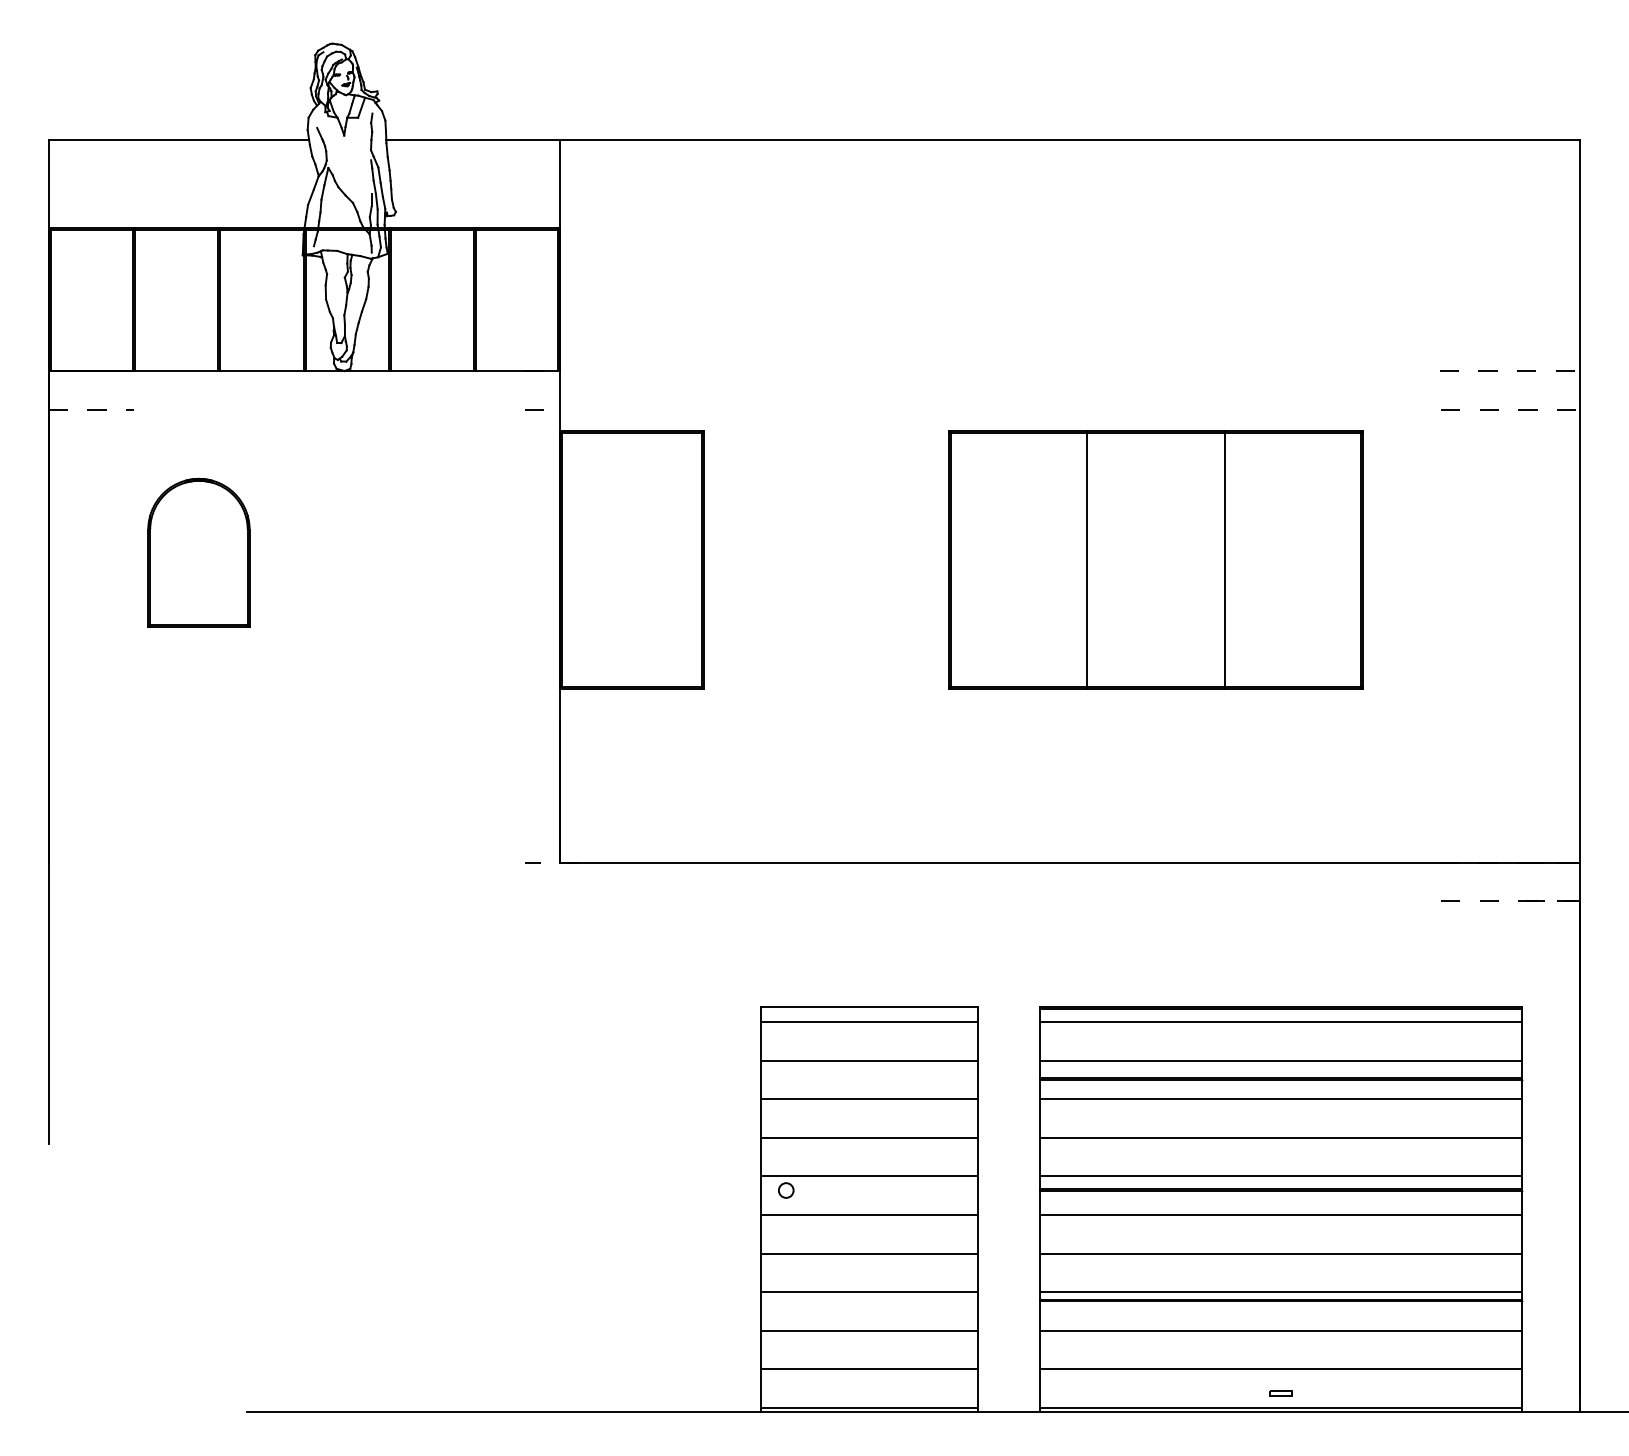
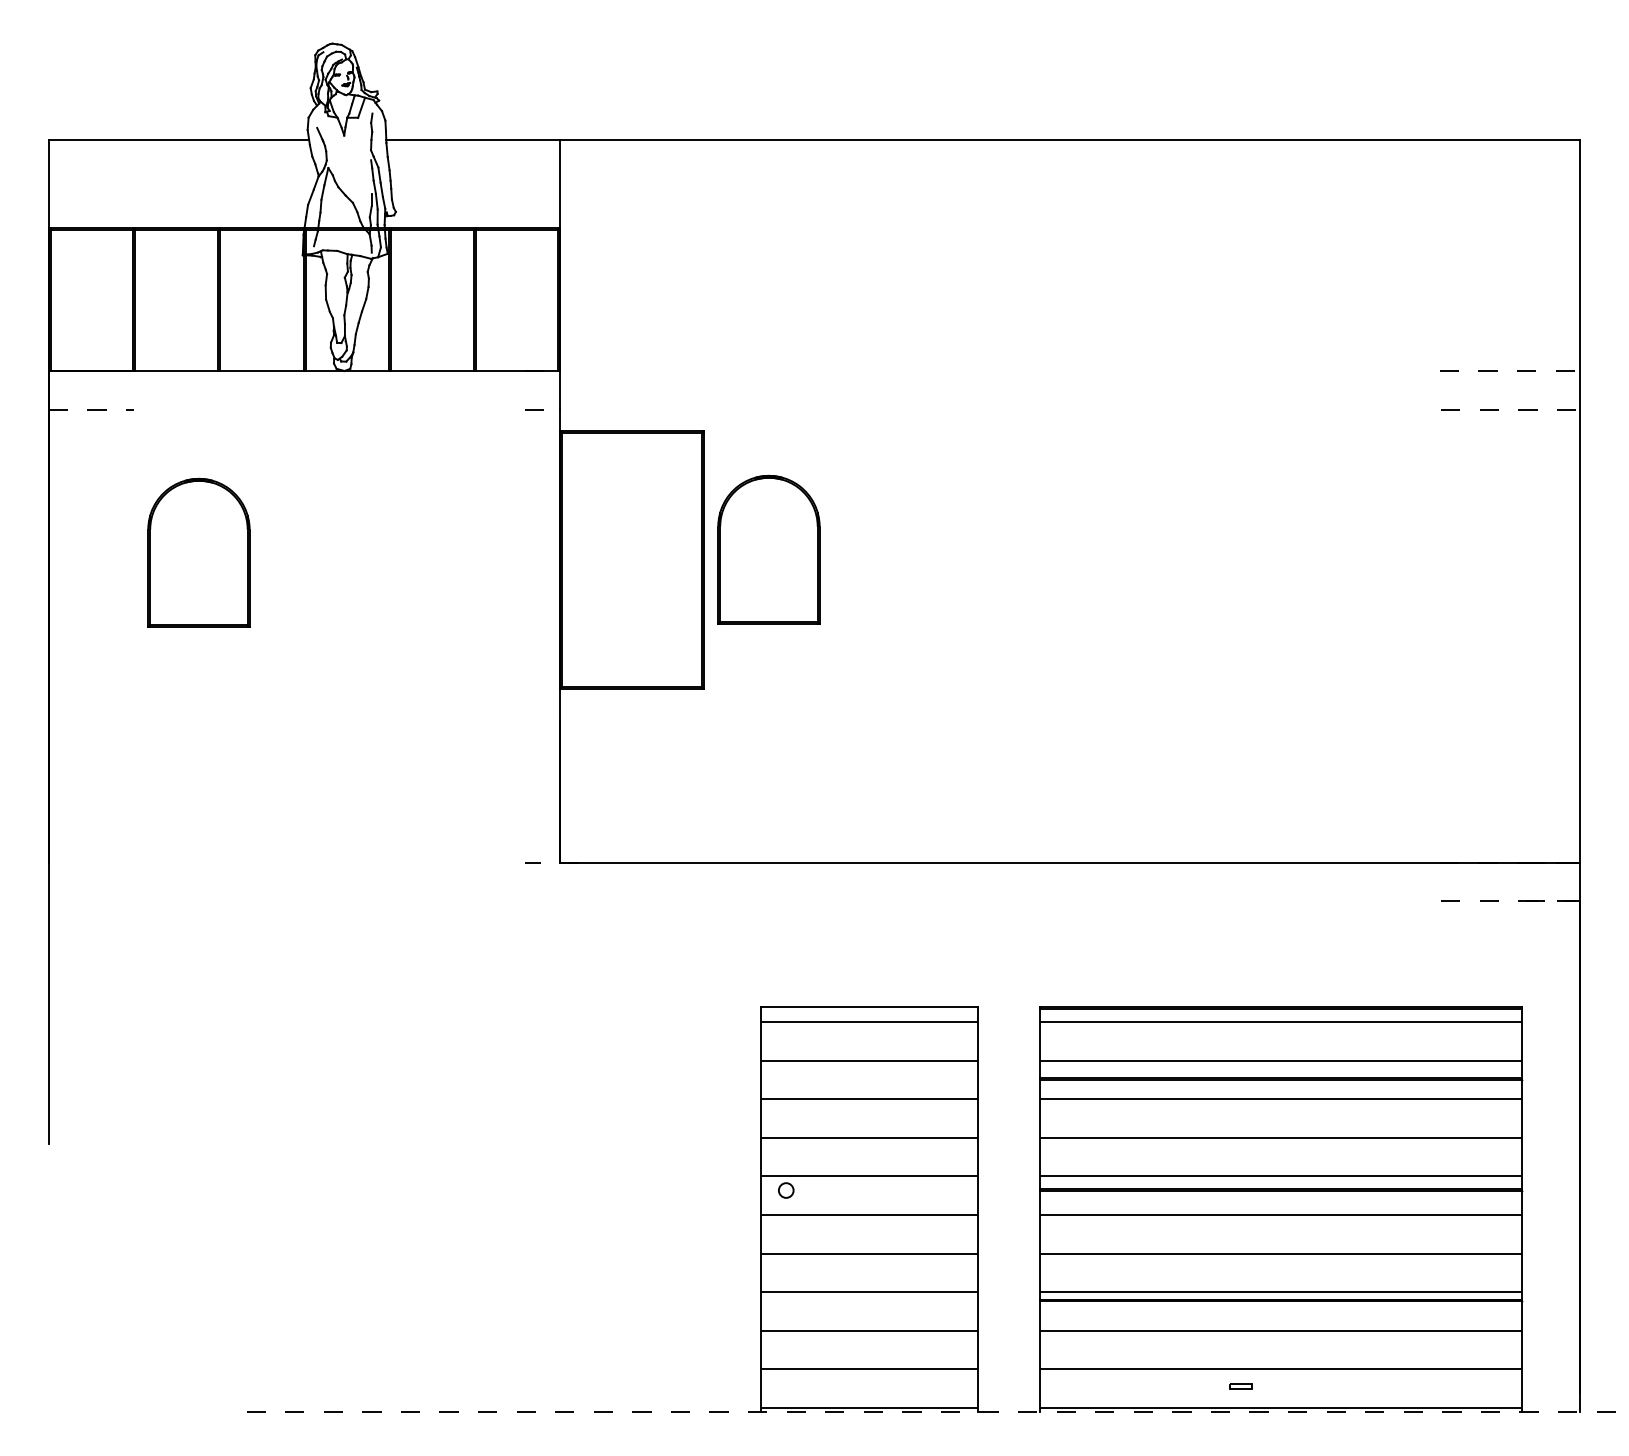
part at (768, 549): none -> present
part at (1155, 559): present -> none
part at (1280, 1393) position: (1280, 1393) -> (1240, 1386)
line at (938, 1412): solid -> dashed
